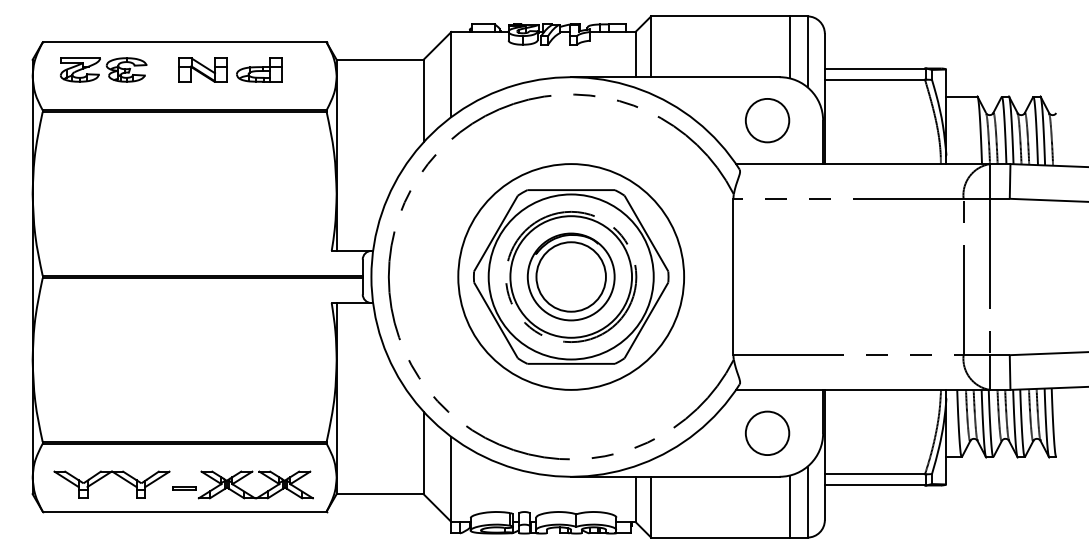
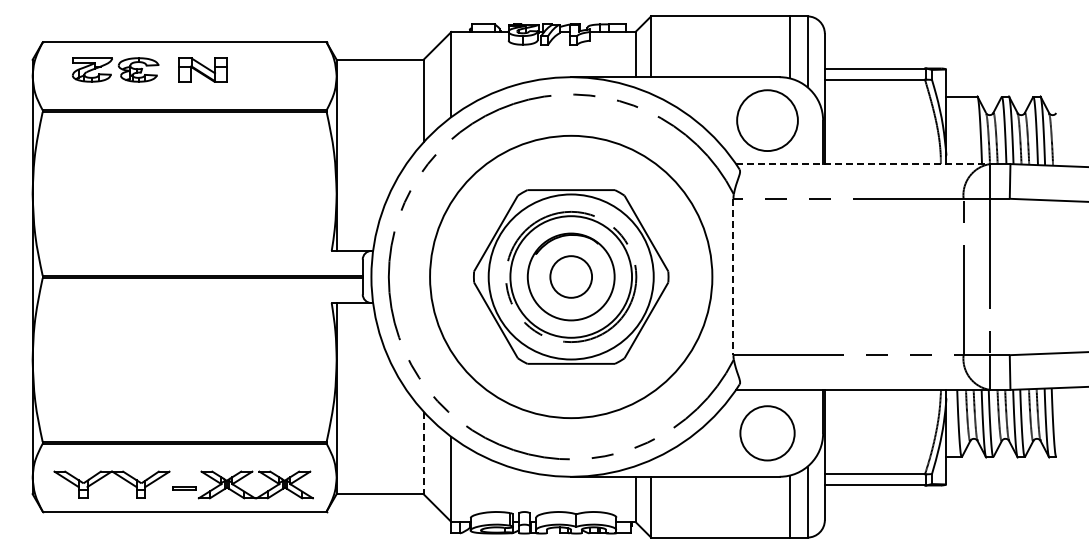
part at (103, 69) position: (103, 69) -> (115, 69)
part at (259, 69): present -> none
circle at (767, 120) diameter: 43 px -> 61 px
line at (863, 164): solid -> dashed
circle at (570, 276) diameter: 69 px -> 42 px
circle at (571, 276) diameter: 226 px -> 282 px
line at (733, 277): solid -> dashed
circle at (767, 433) diameter: 43 px -> 54 px
line at (423, 453): solid -> dashed
